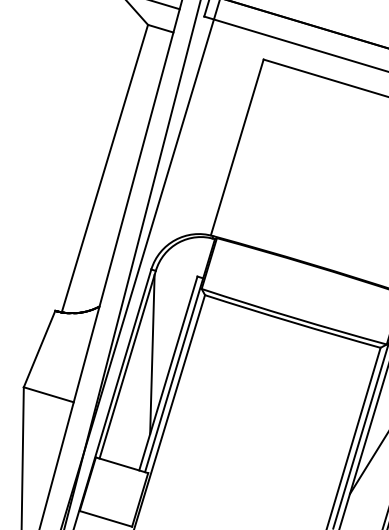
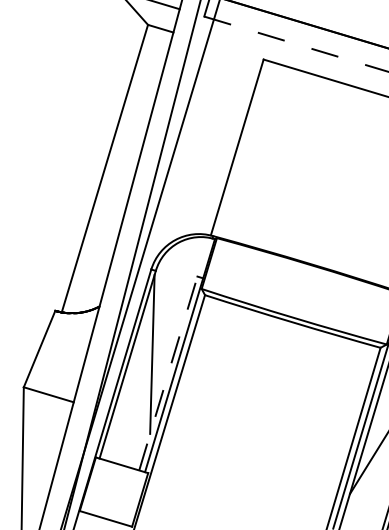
line at (296, 44): solid -> dashed
line at (168, 373): solid -> dashed
